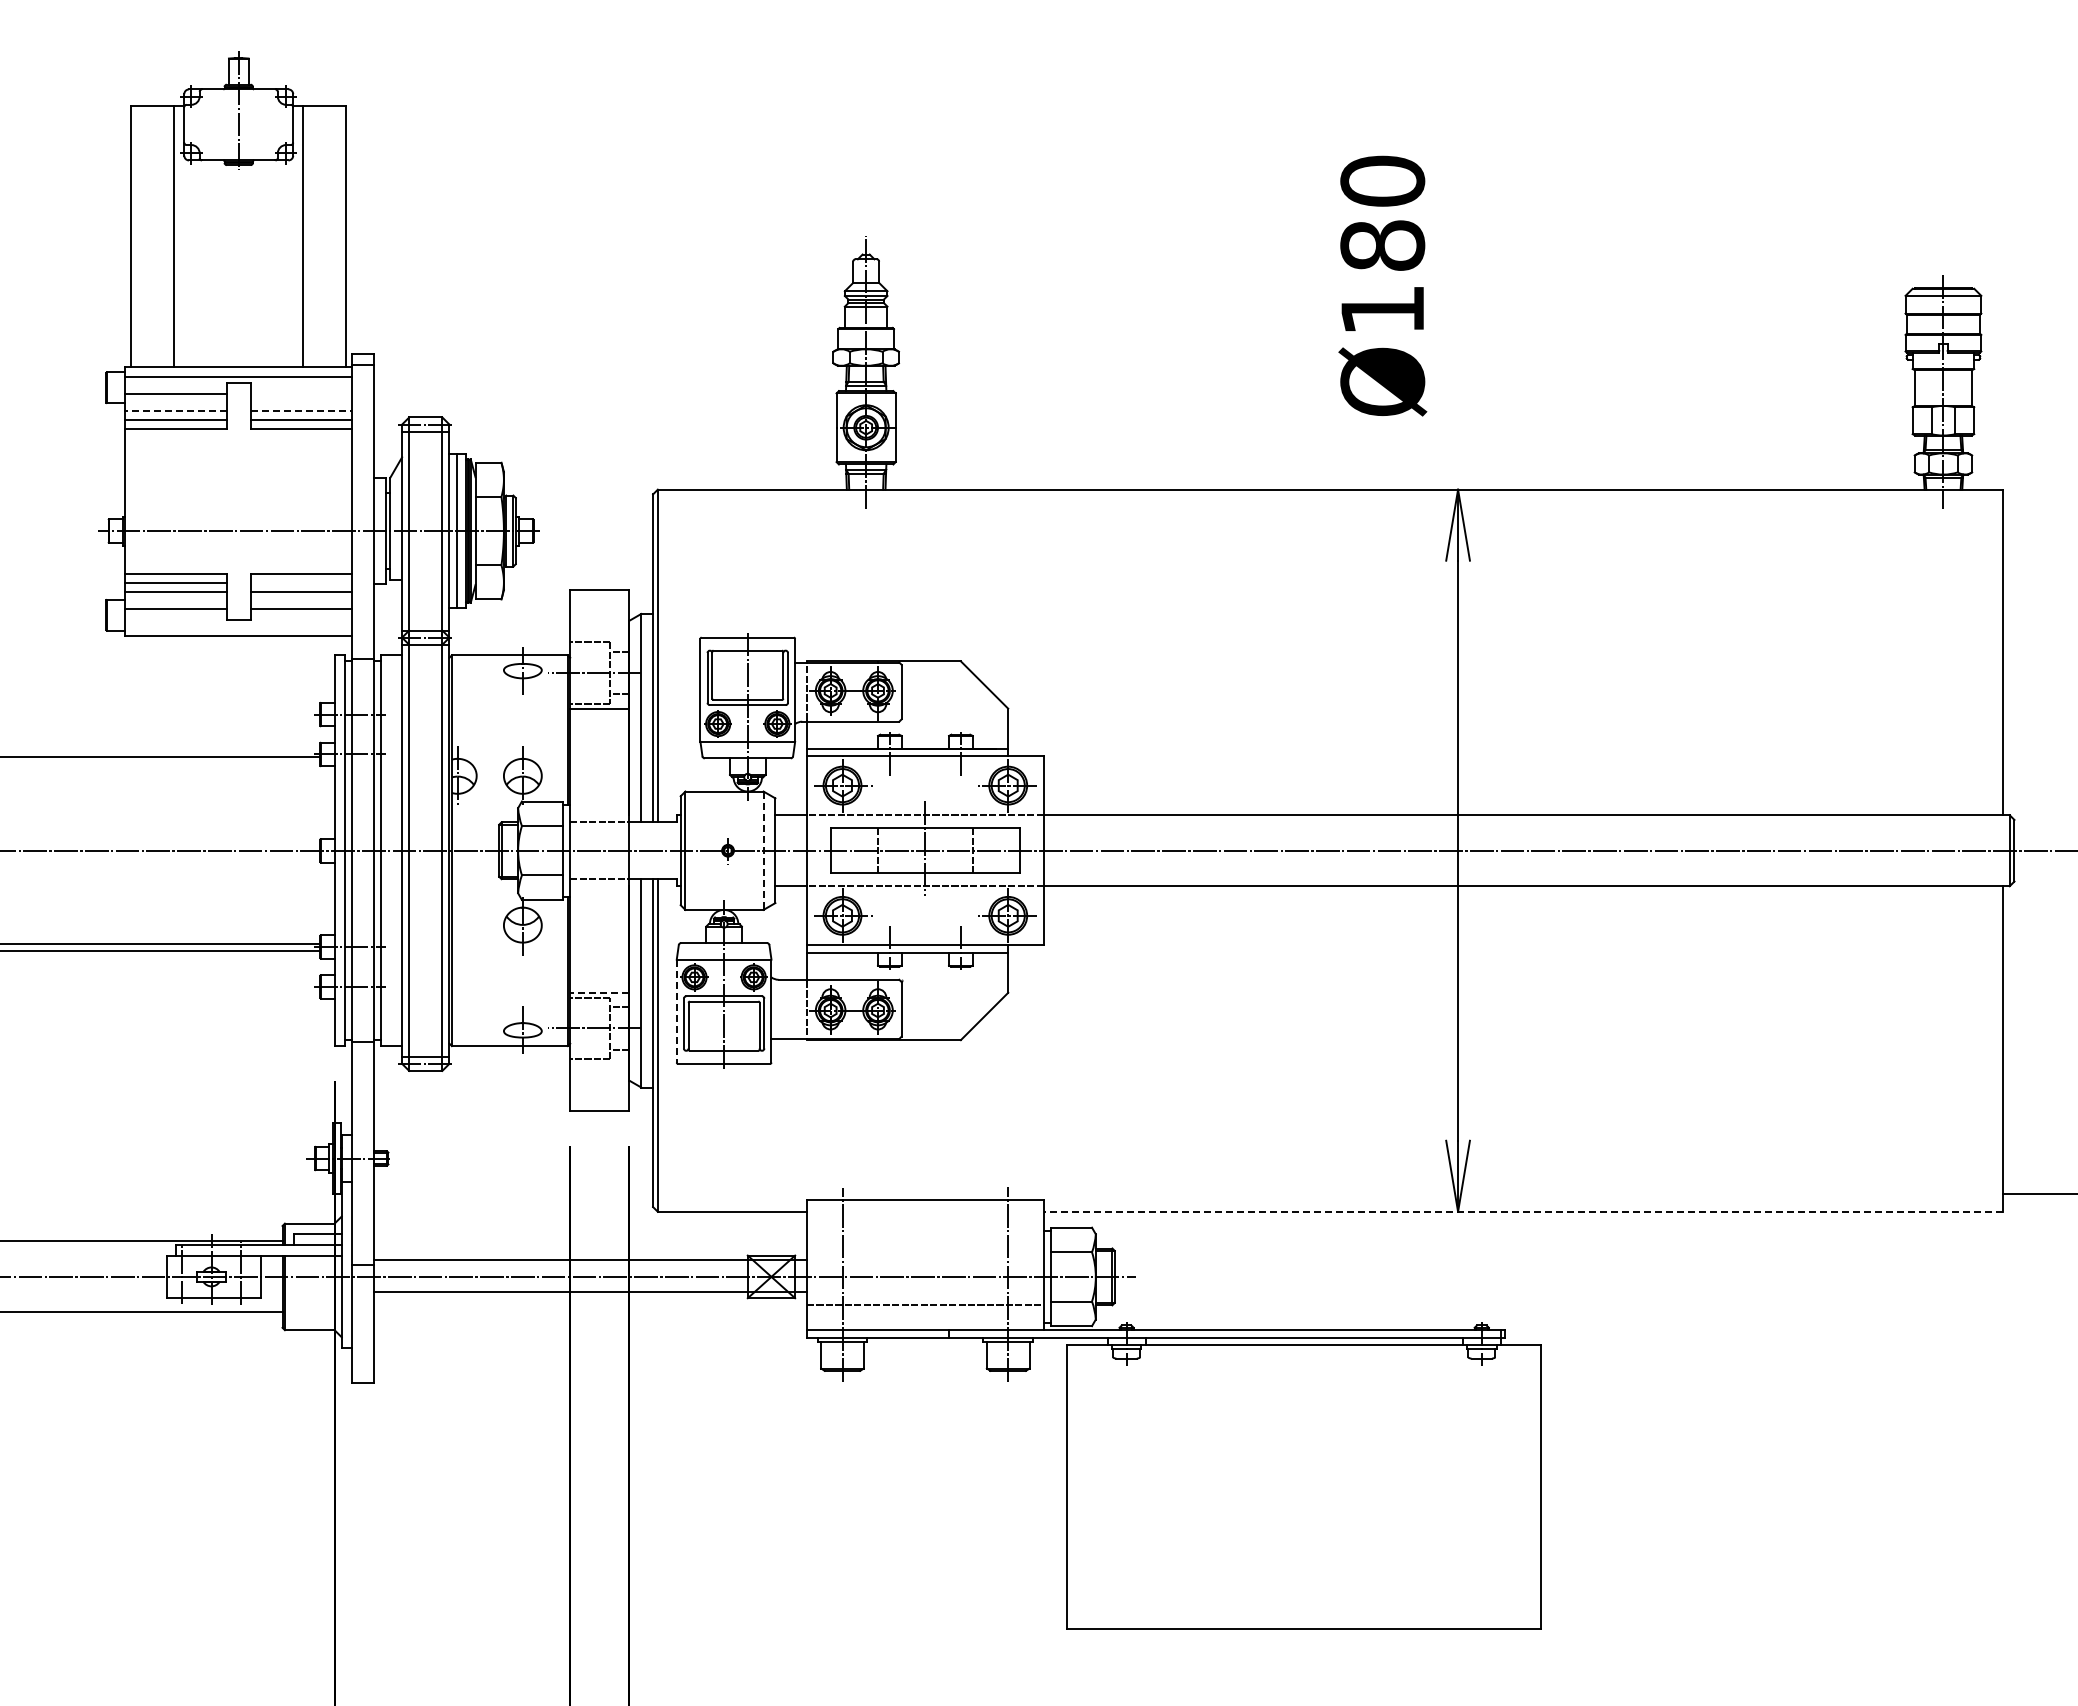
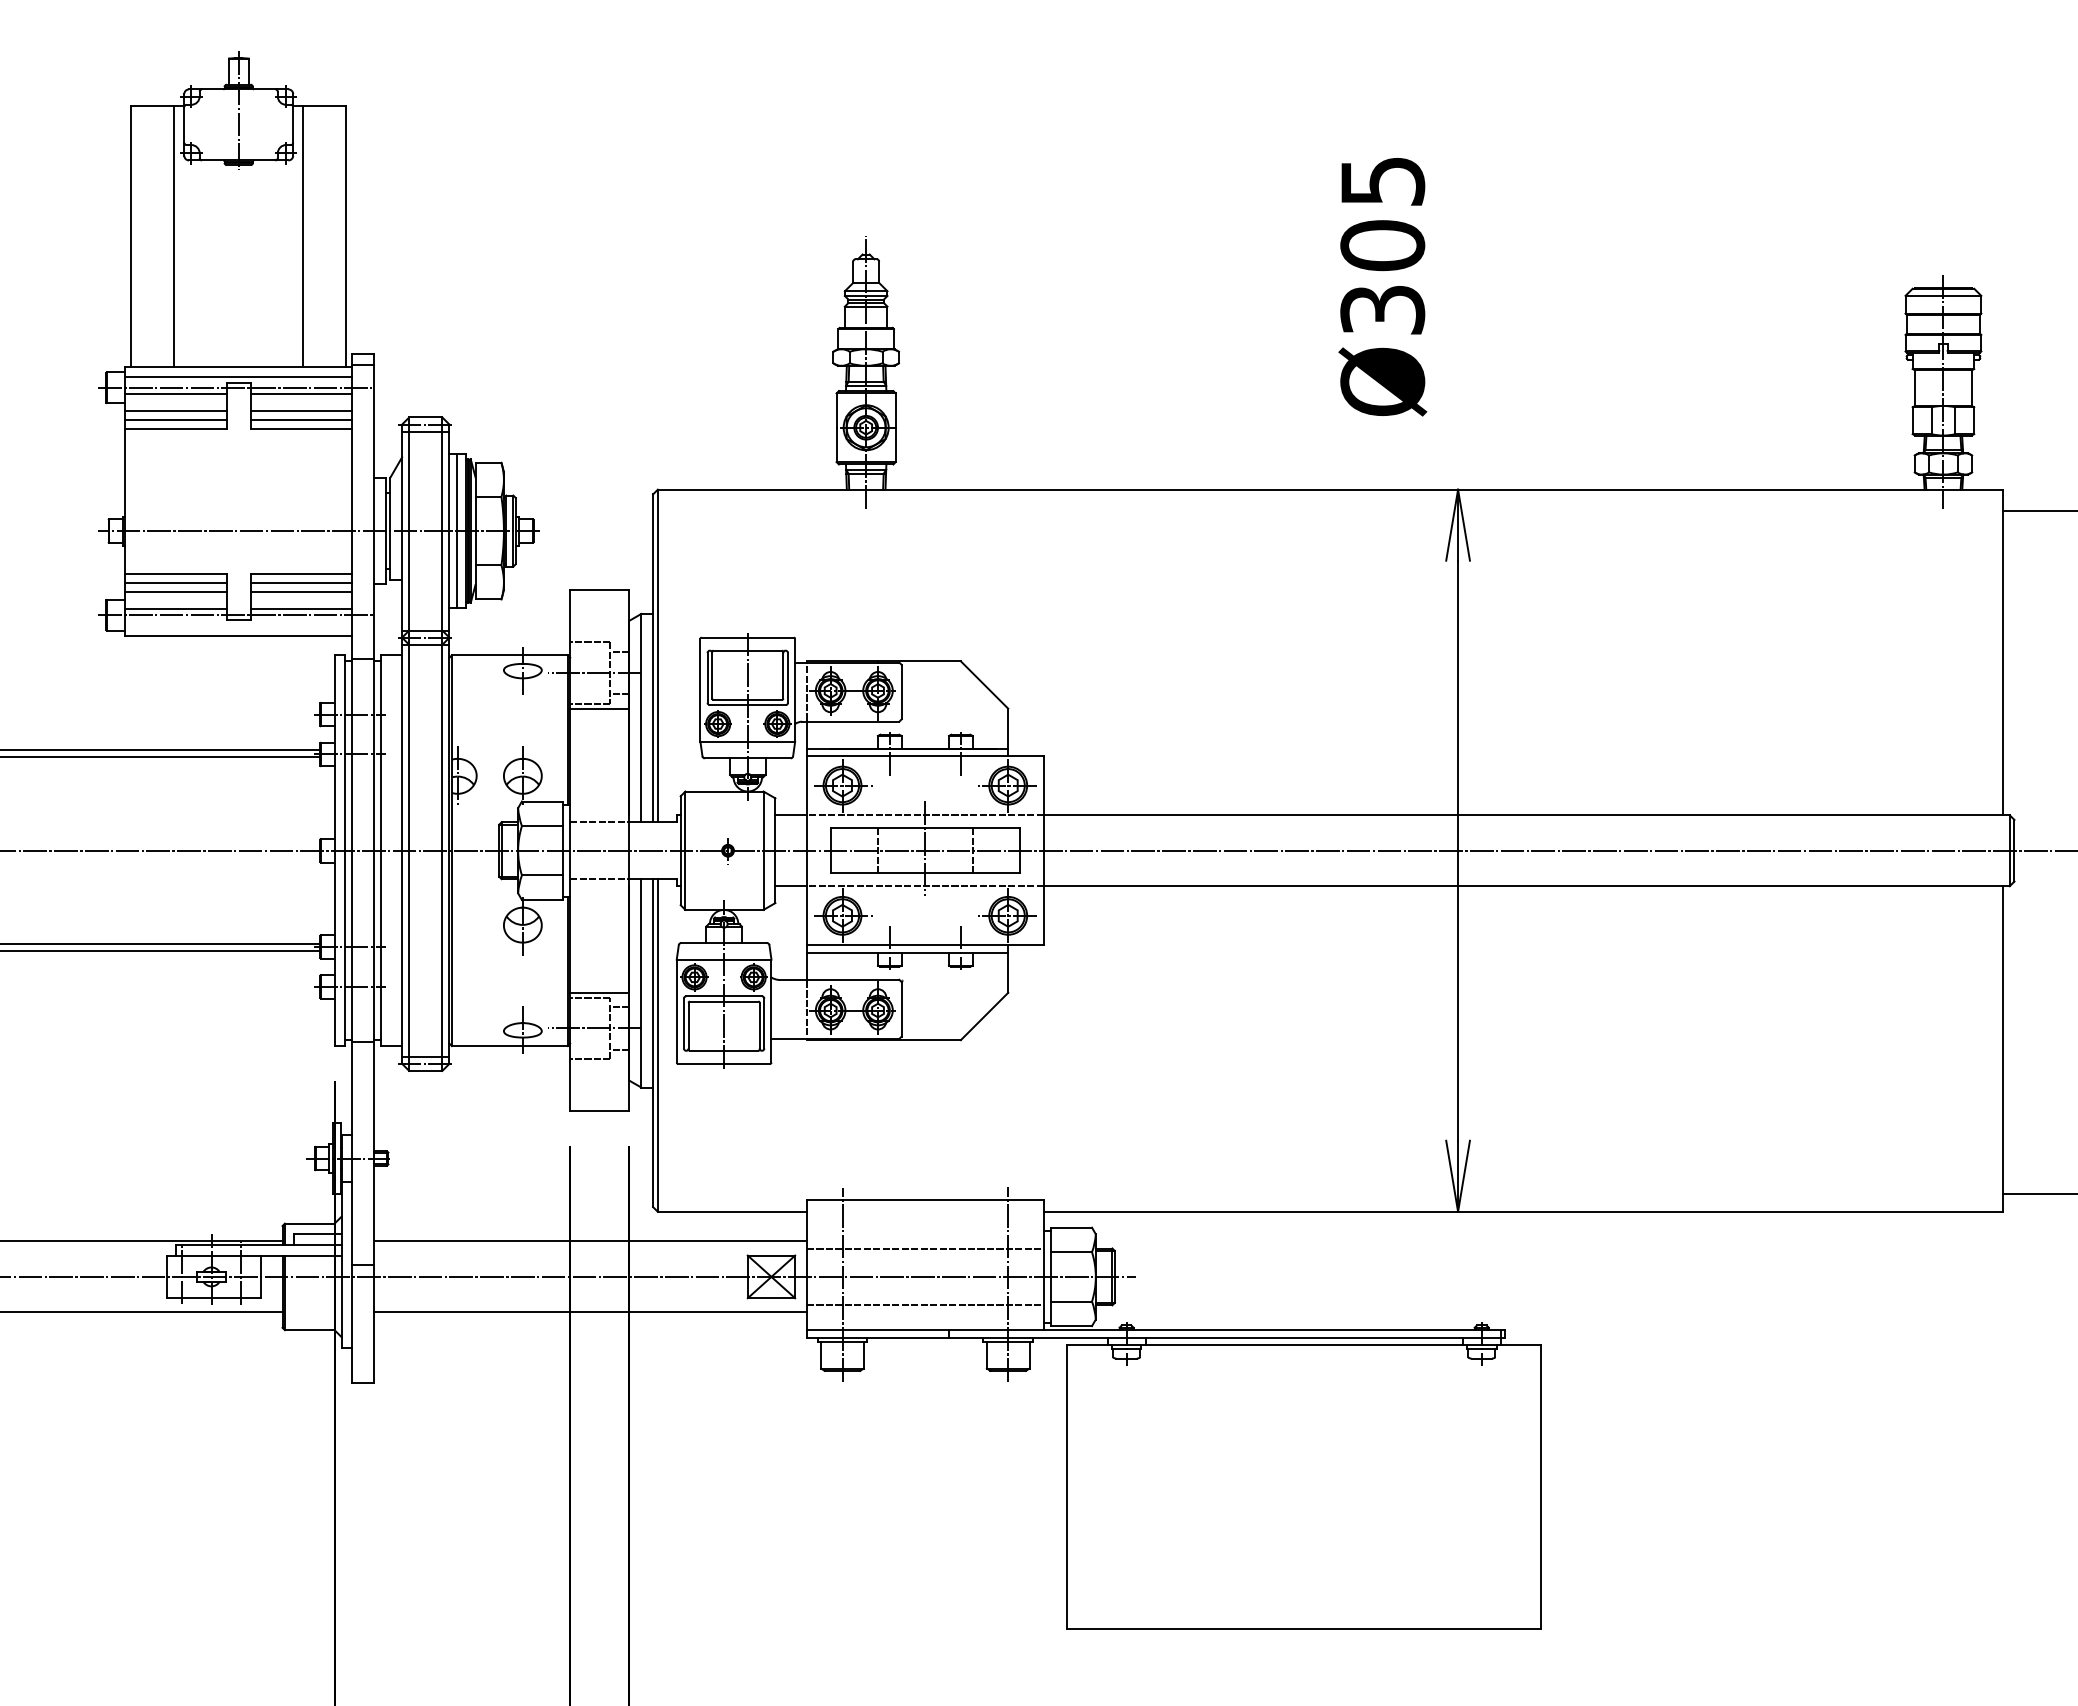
text at (1382, 244): Ø180 -> Ø305
line at (235, 387): none -> present
line at (301, 394): none -> present
line at (176, 411): dashed -> solid
line at (301, 411): dashed -> solid
line at (2038, 510): none -> present
line at (301, 582): none -> present
line at (235, 615): none -> present
line at (161, 750): none -> present
line at (763, 851): dashed -> solid
line at (599, 992): dashed -> solid
line at (676, 1011): dashed -> solid
line at (1522, 1211): dashed -> solid
line at (924, 1248): none -> present
line at (589, 1260) position: (589, 1260) -> (589, 1241)
line at (589, 1292) position: (589, 1292) -> (589, 1312)
